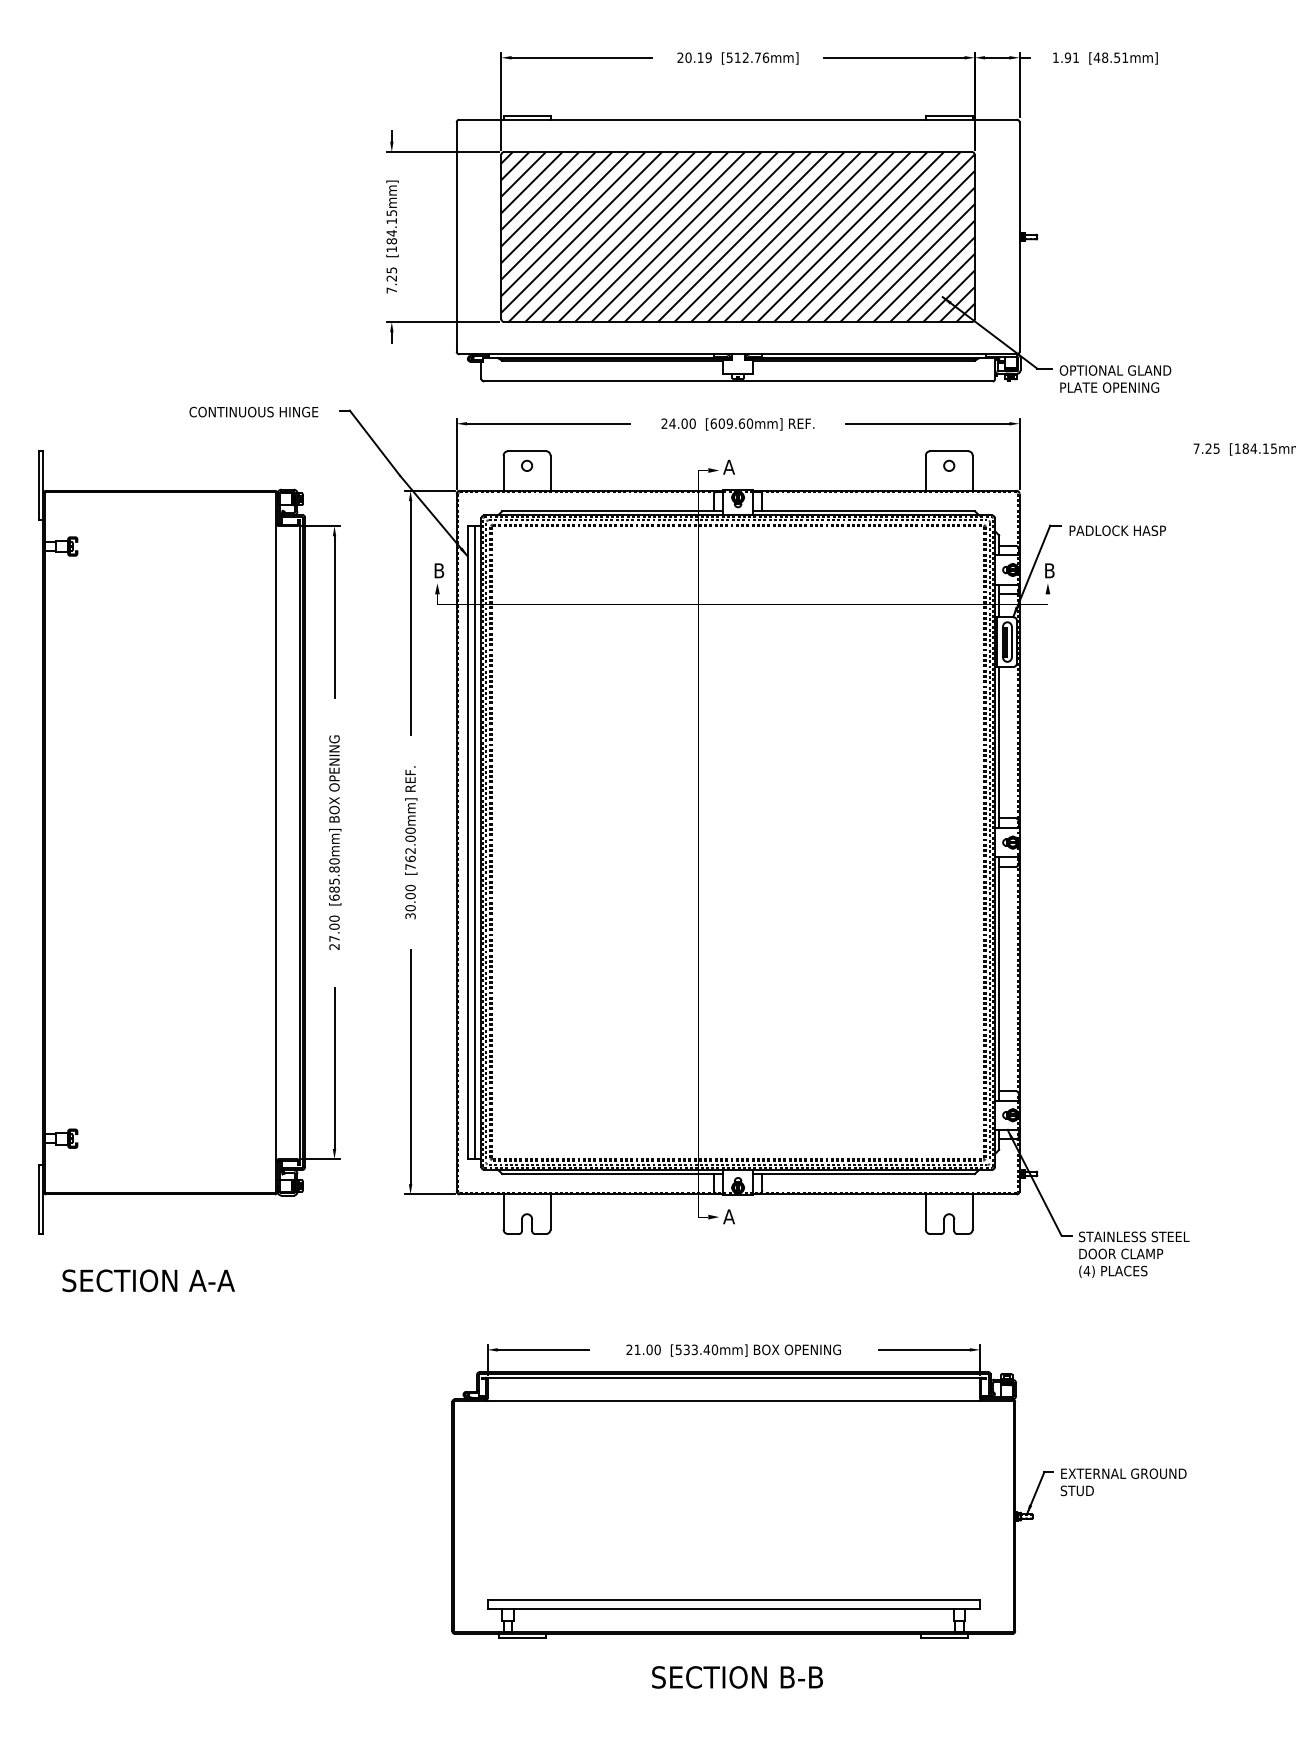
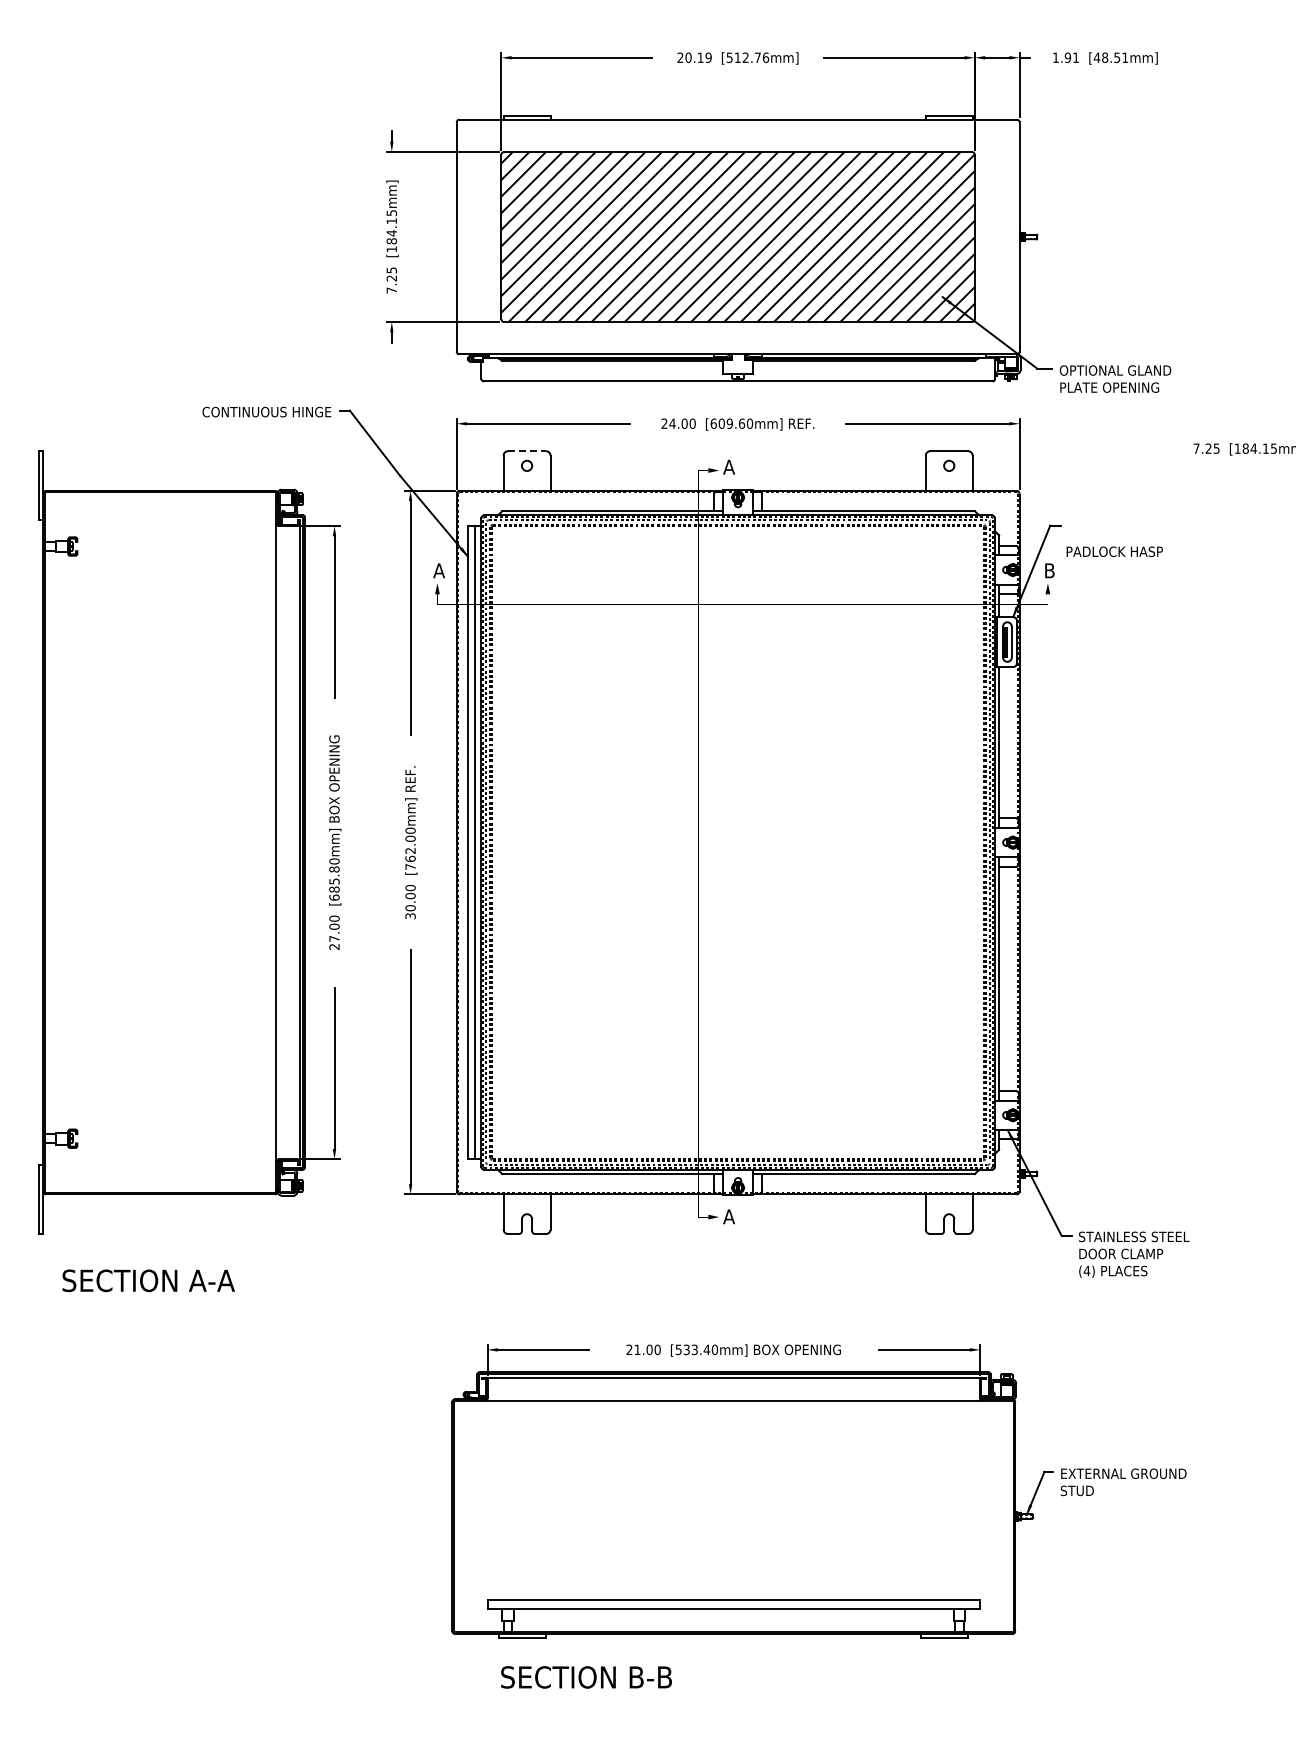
text at (253, 411) position: (253, 411) -> (266, 411)
line at (527, 451): solid -> dashed
text at (1117, 530) position: (1117, 530) -> (1114, 551)
text at (438, 570): B -> A
text at (737, 1677) position: (737, 1677) -> (586, 1677)
